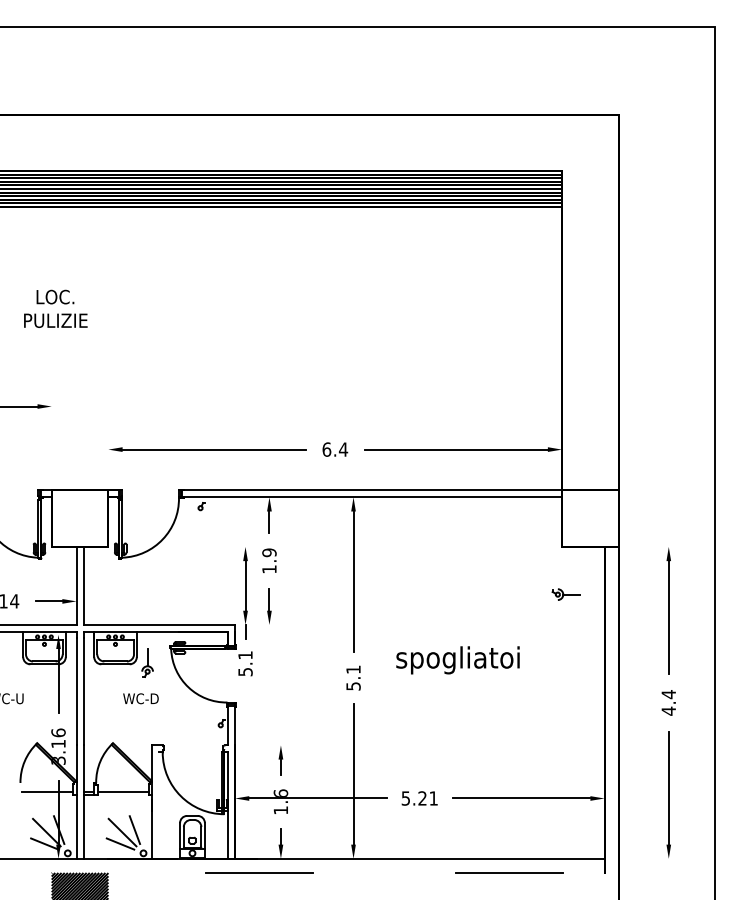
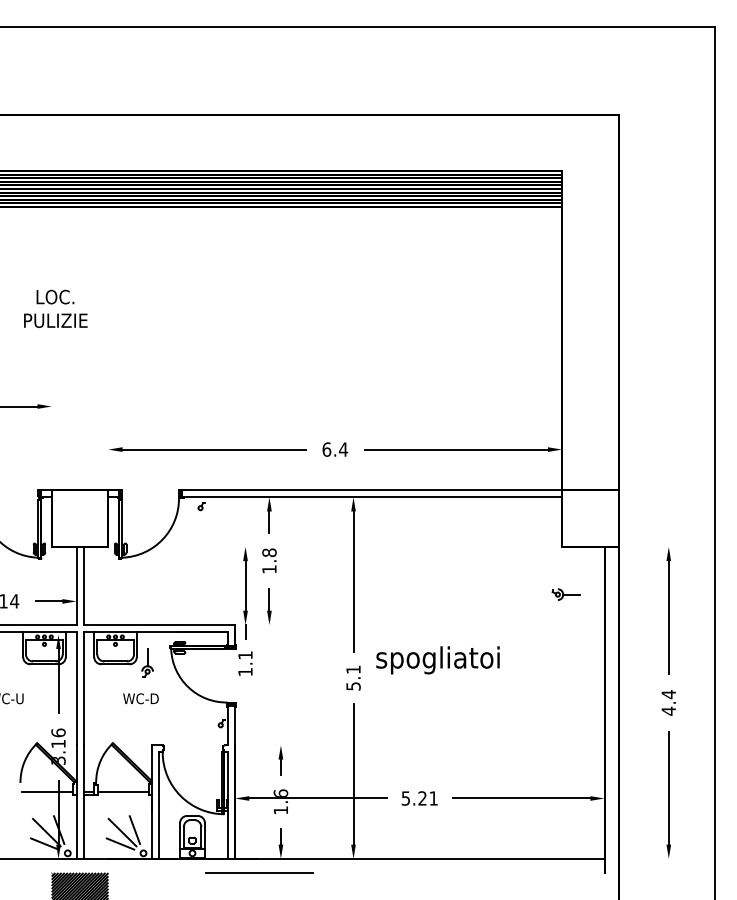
text at (269, 552): 1.9 -> 1.8
text at (457, 660) position: (457, 660) -> (437, 660)
text at (245, 672): 5.1 -> 1.1
line at (159, 805): none -> present
line at (509, 872): present -> none
